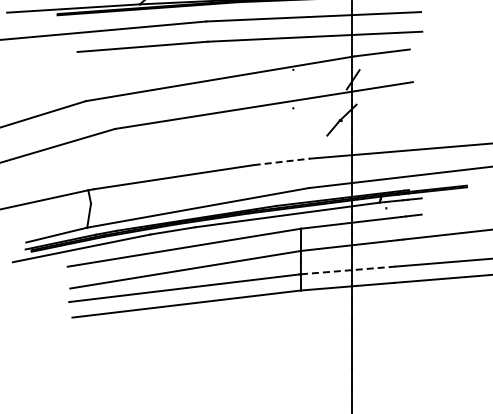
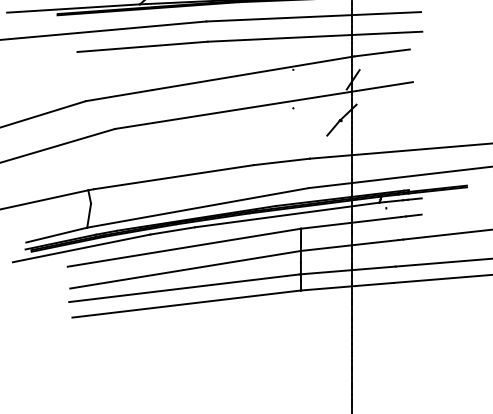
line at (282, 161): dashed -> solid
line at (348, 270): dashed -> solid
